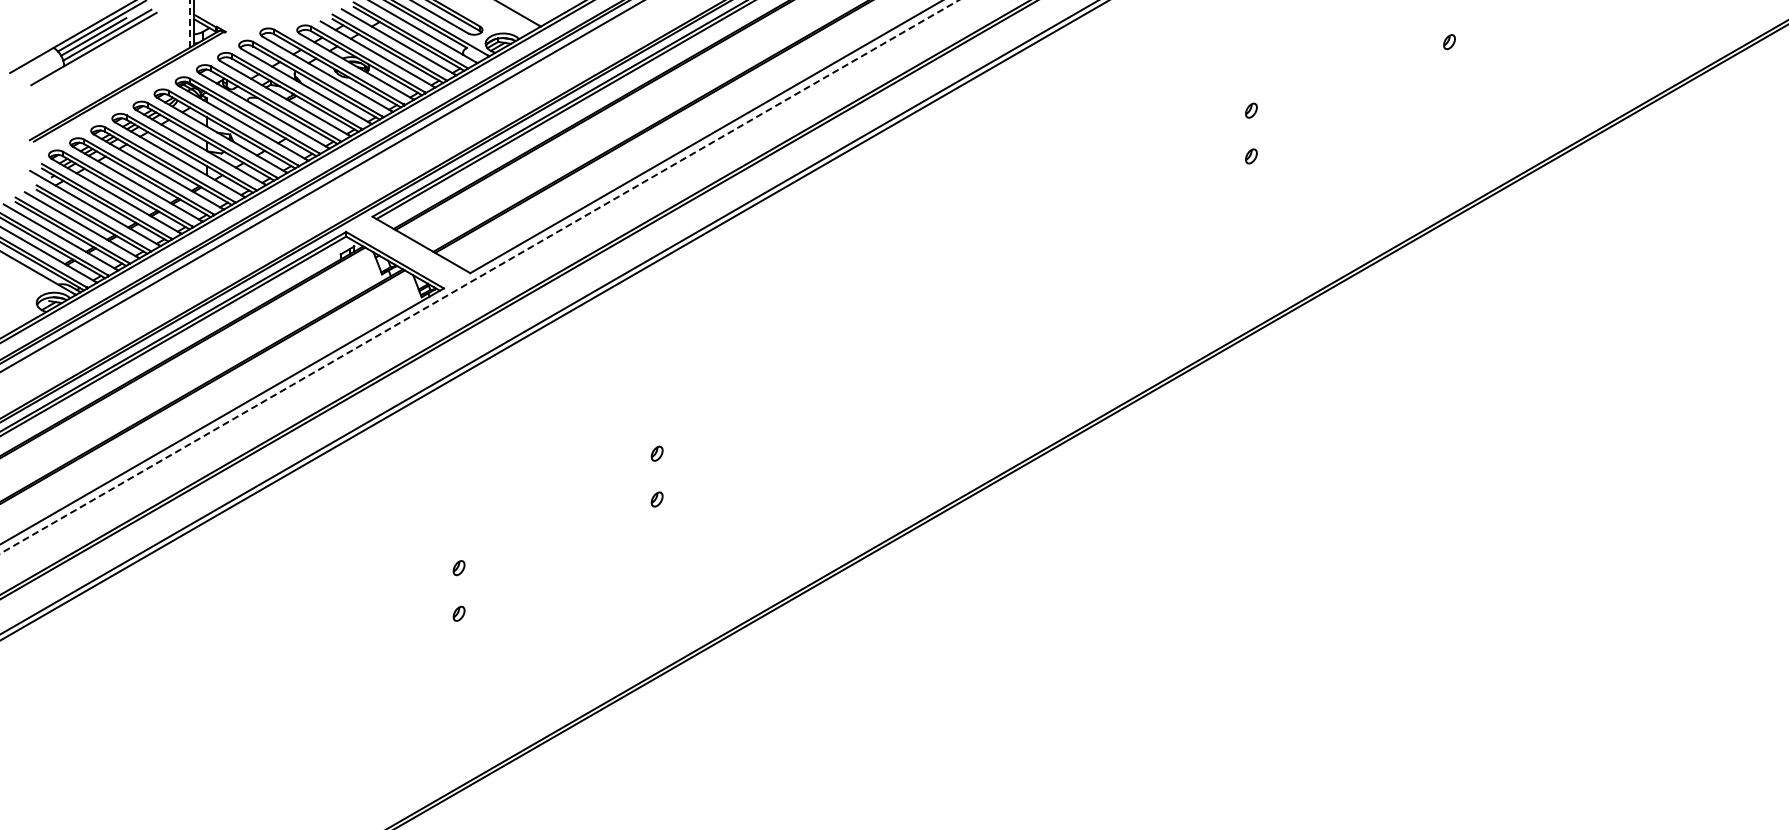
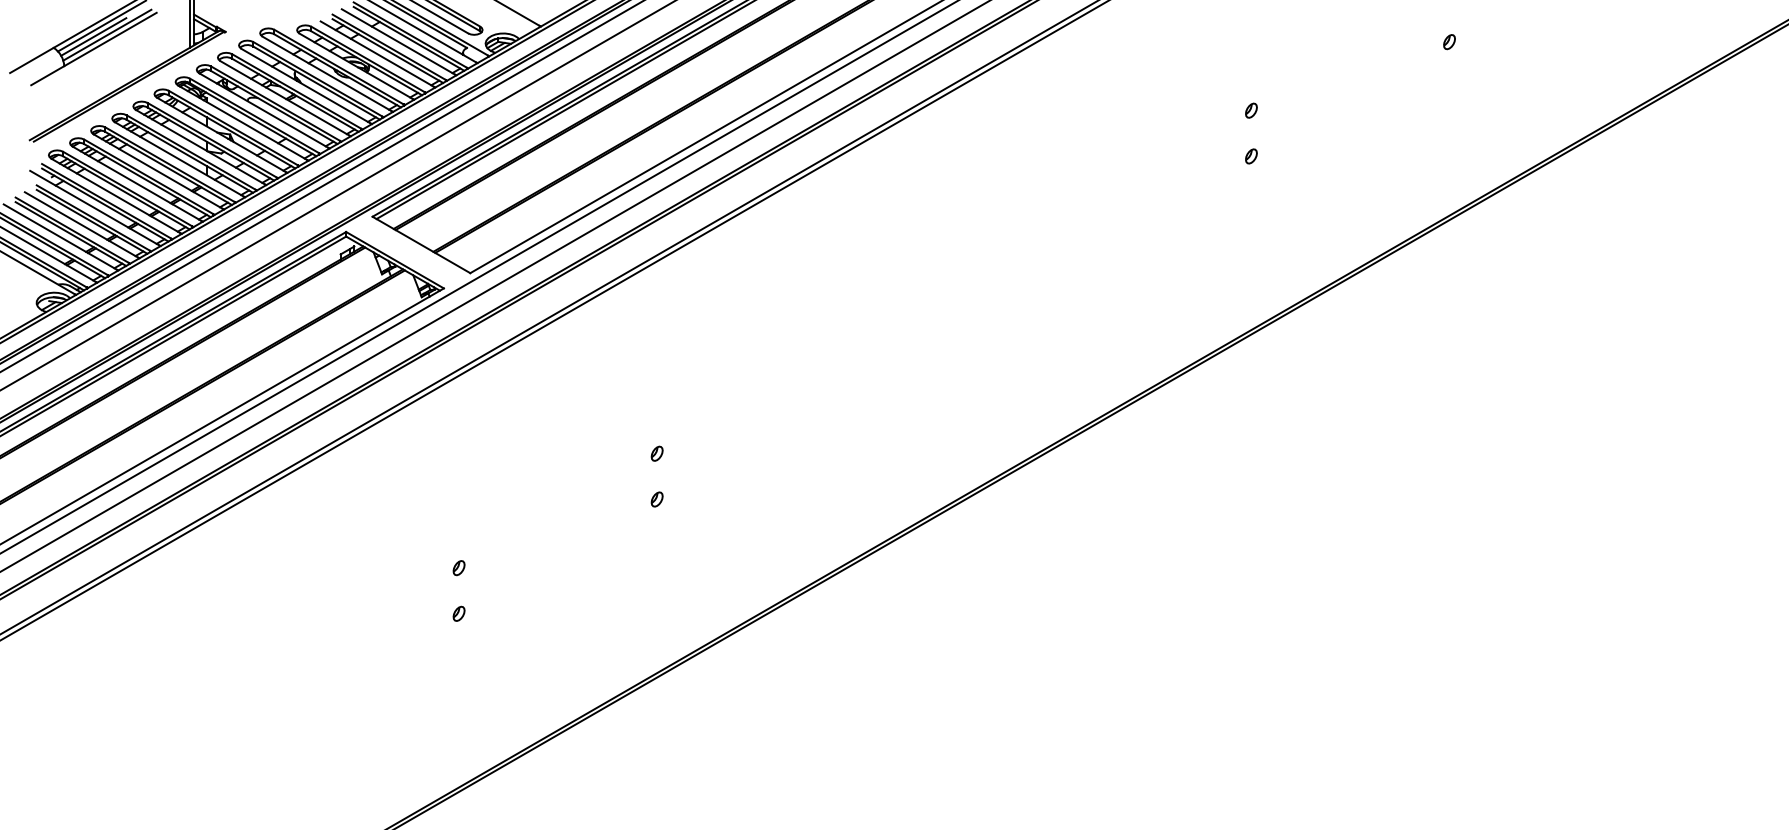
line at (189, 24): dashed -> solid
line at (337, 195): none -> present
line at (479, 276): dashed -> solid
line at (494, 286): none -> present
